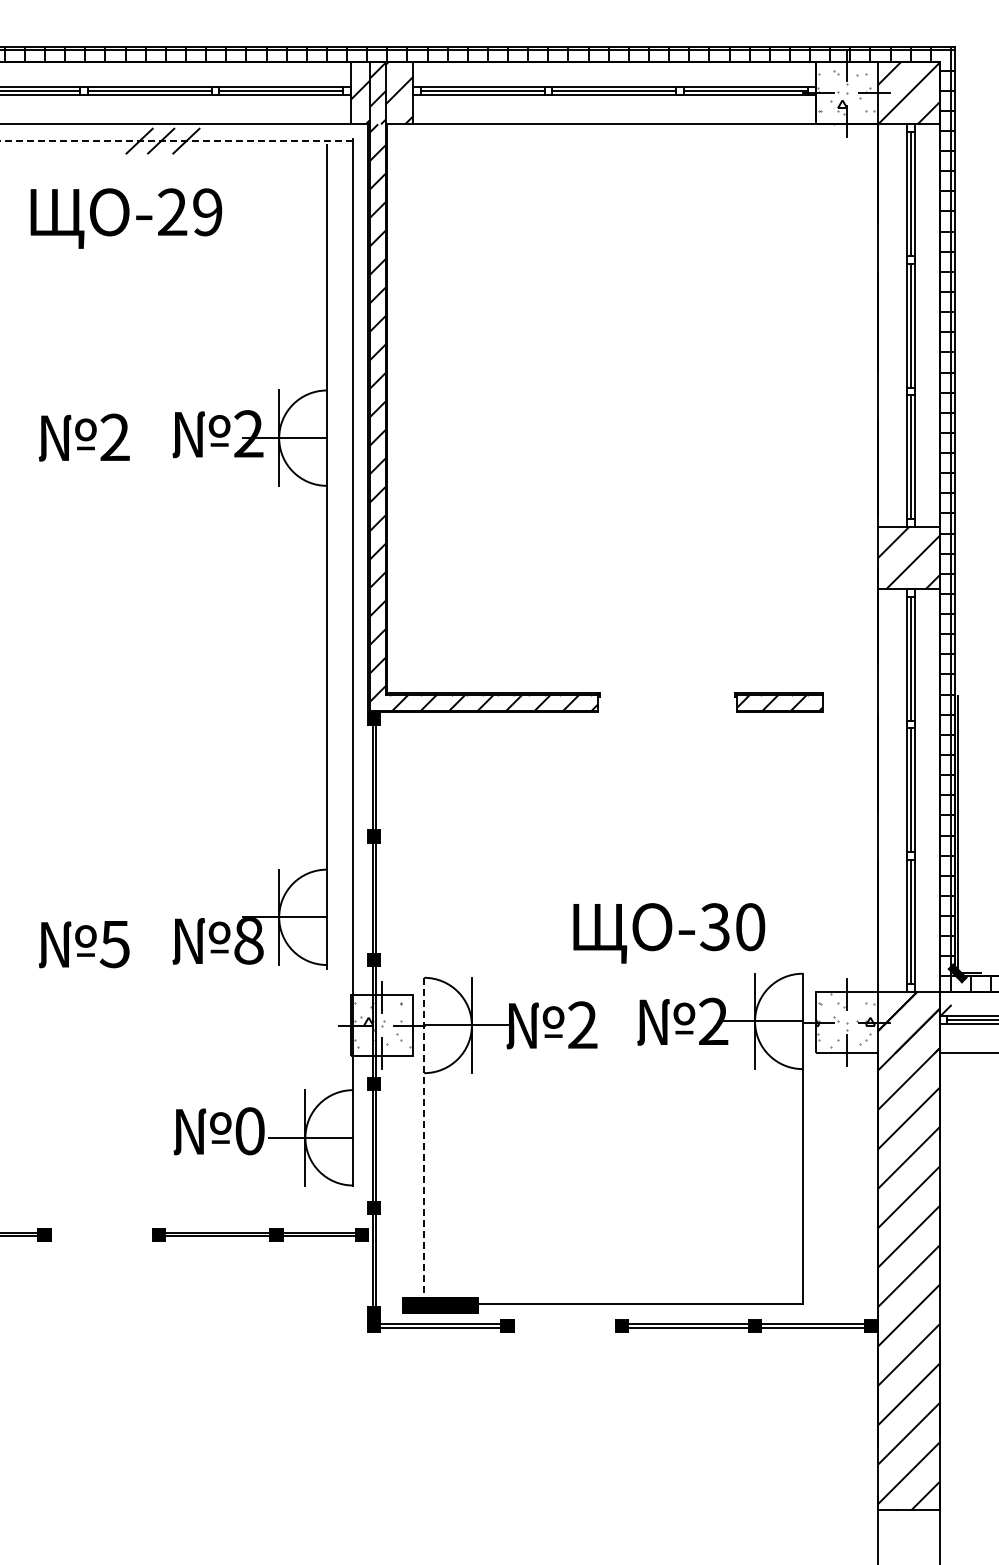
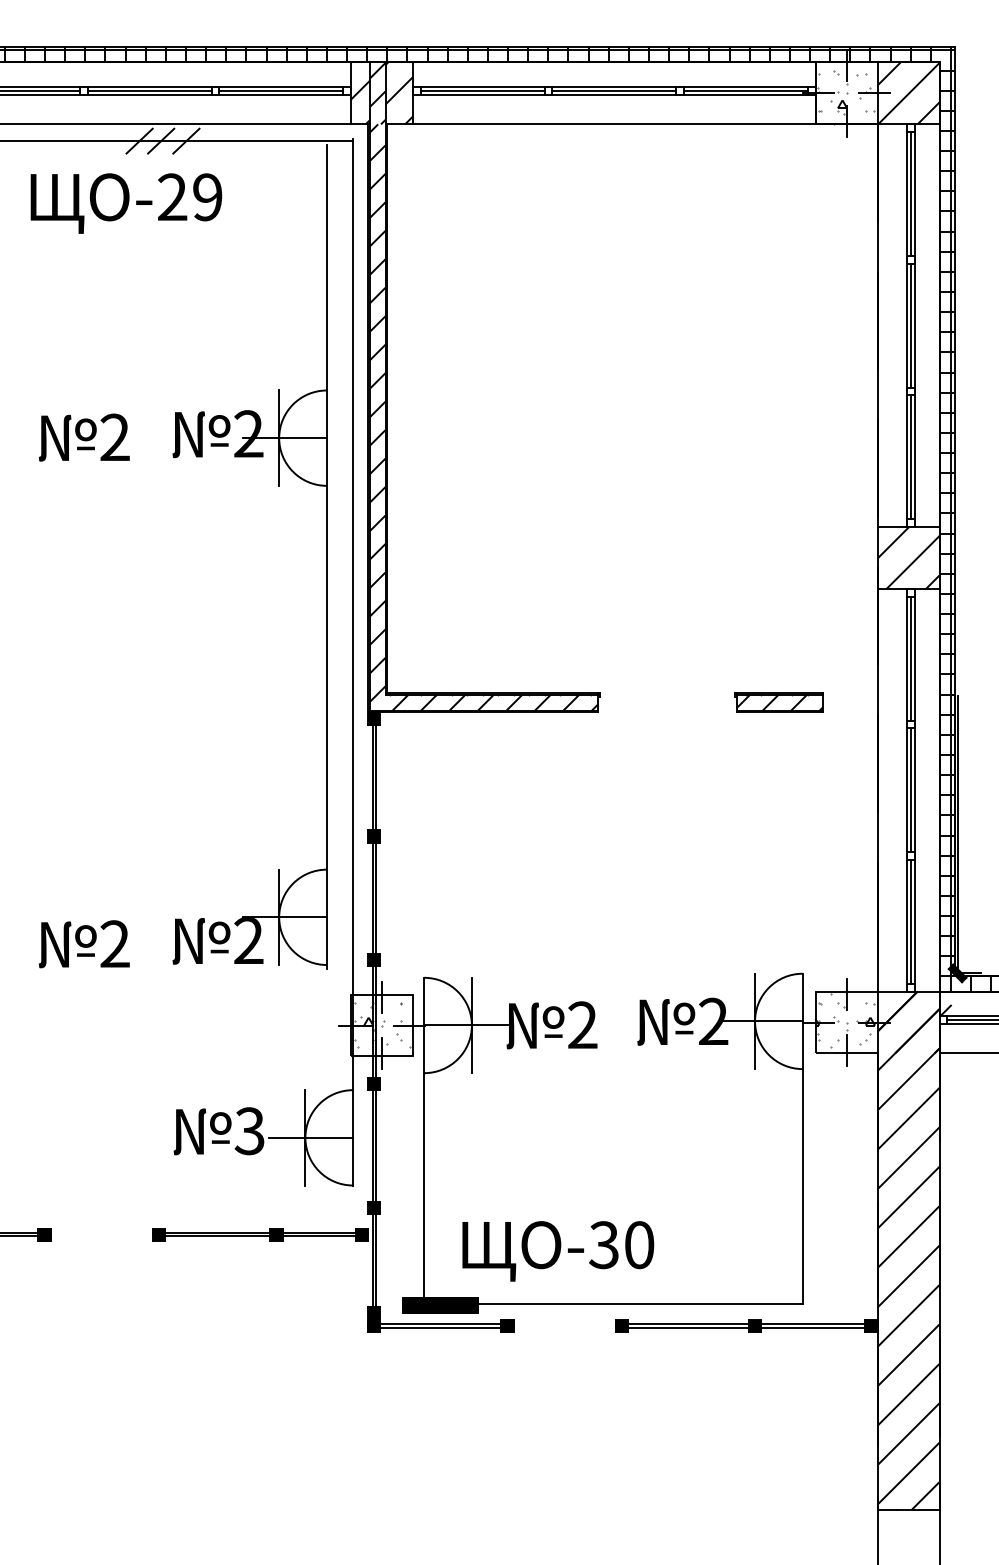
line at (176, 141): dashed -> solid
text at (126, 218) position: (126, 218) -> (126, 203)
text at (669, 933) position: (669, 933) -> (558, 1251)
text at (248, 940): 8 -> 2
text at (114, 944): 5 -> 2
text at (249, 1131): 0 -> 3
line at (424, 1138): dashed -> solid
